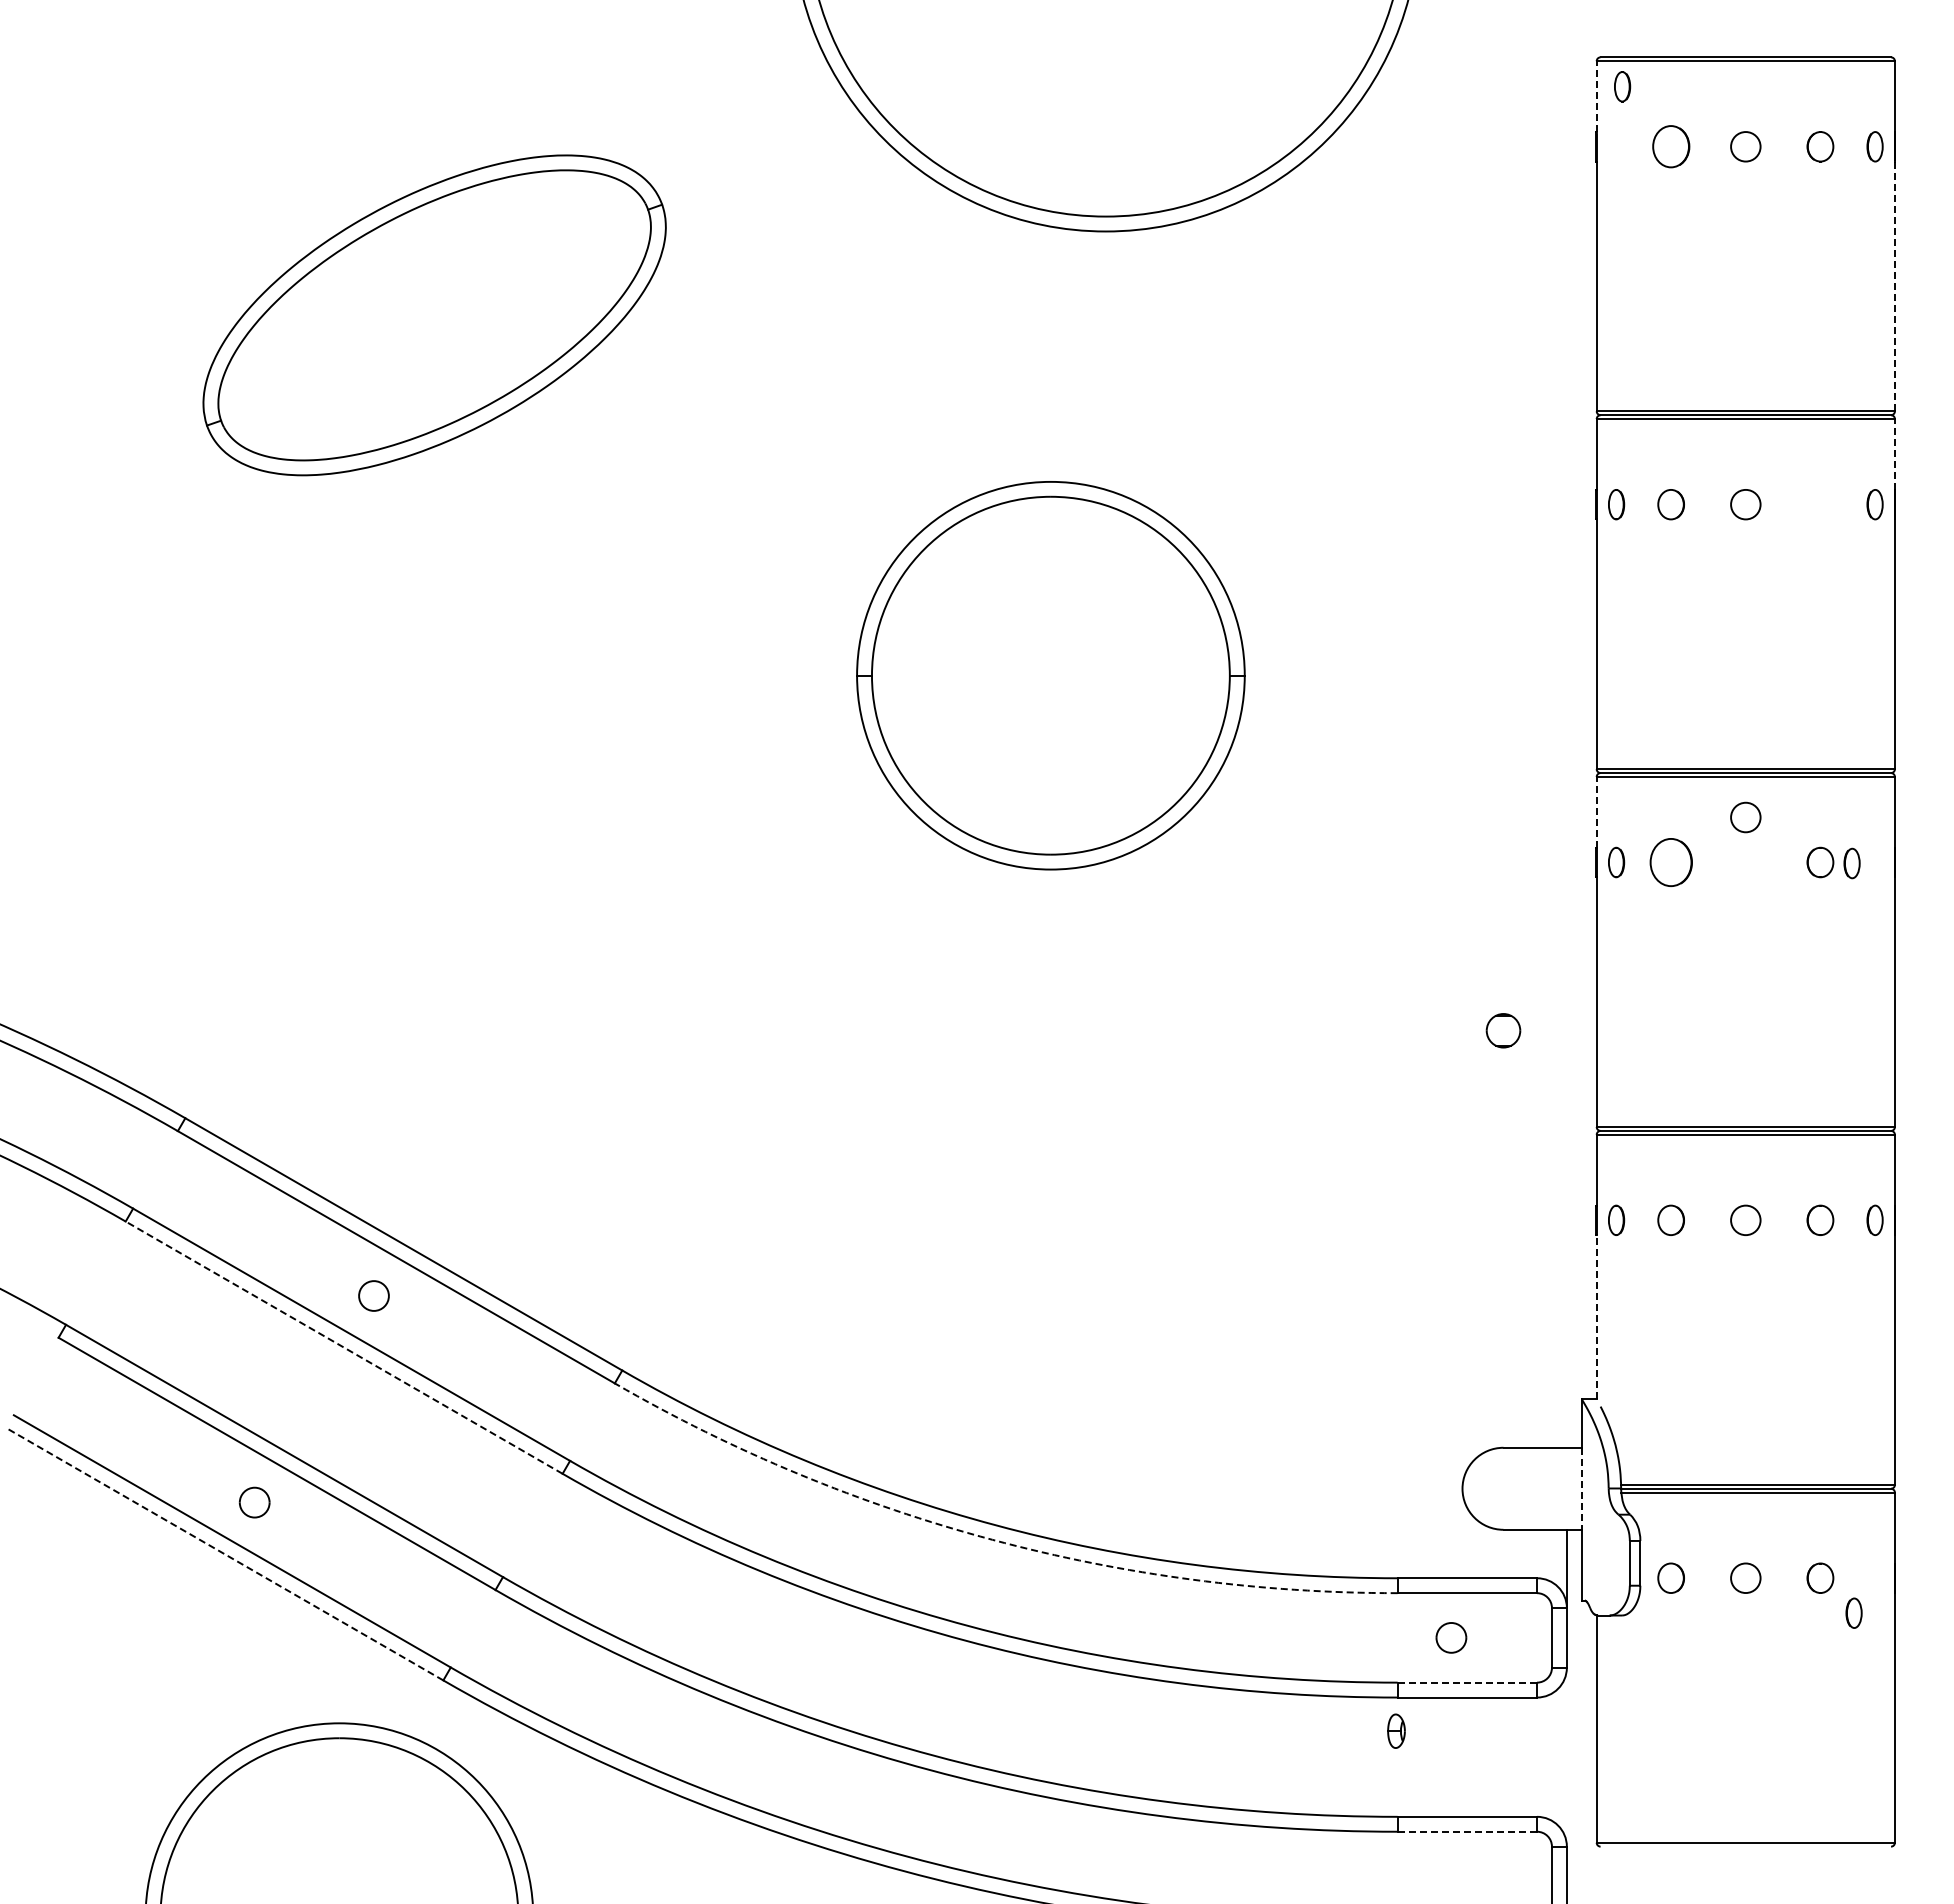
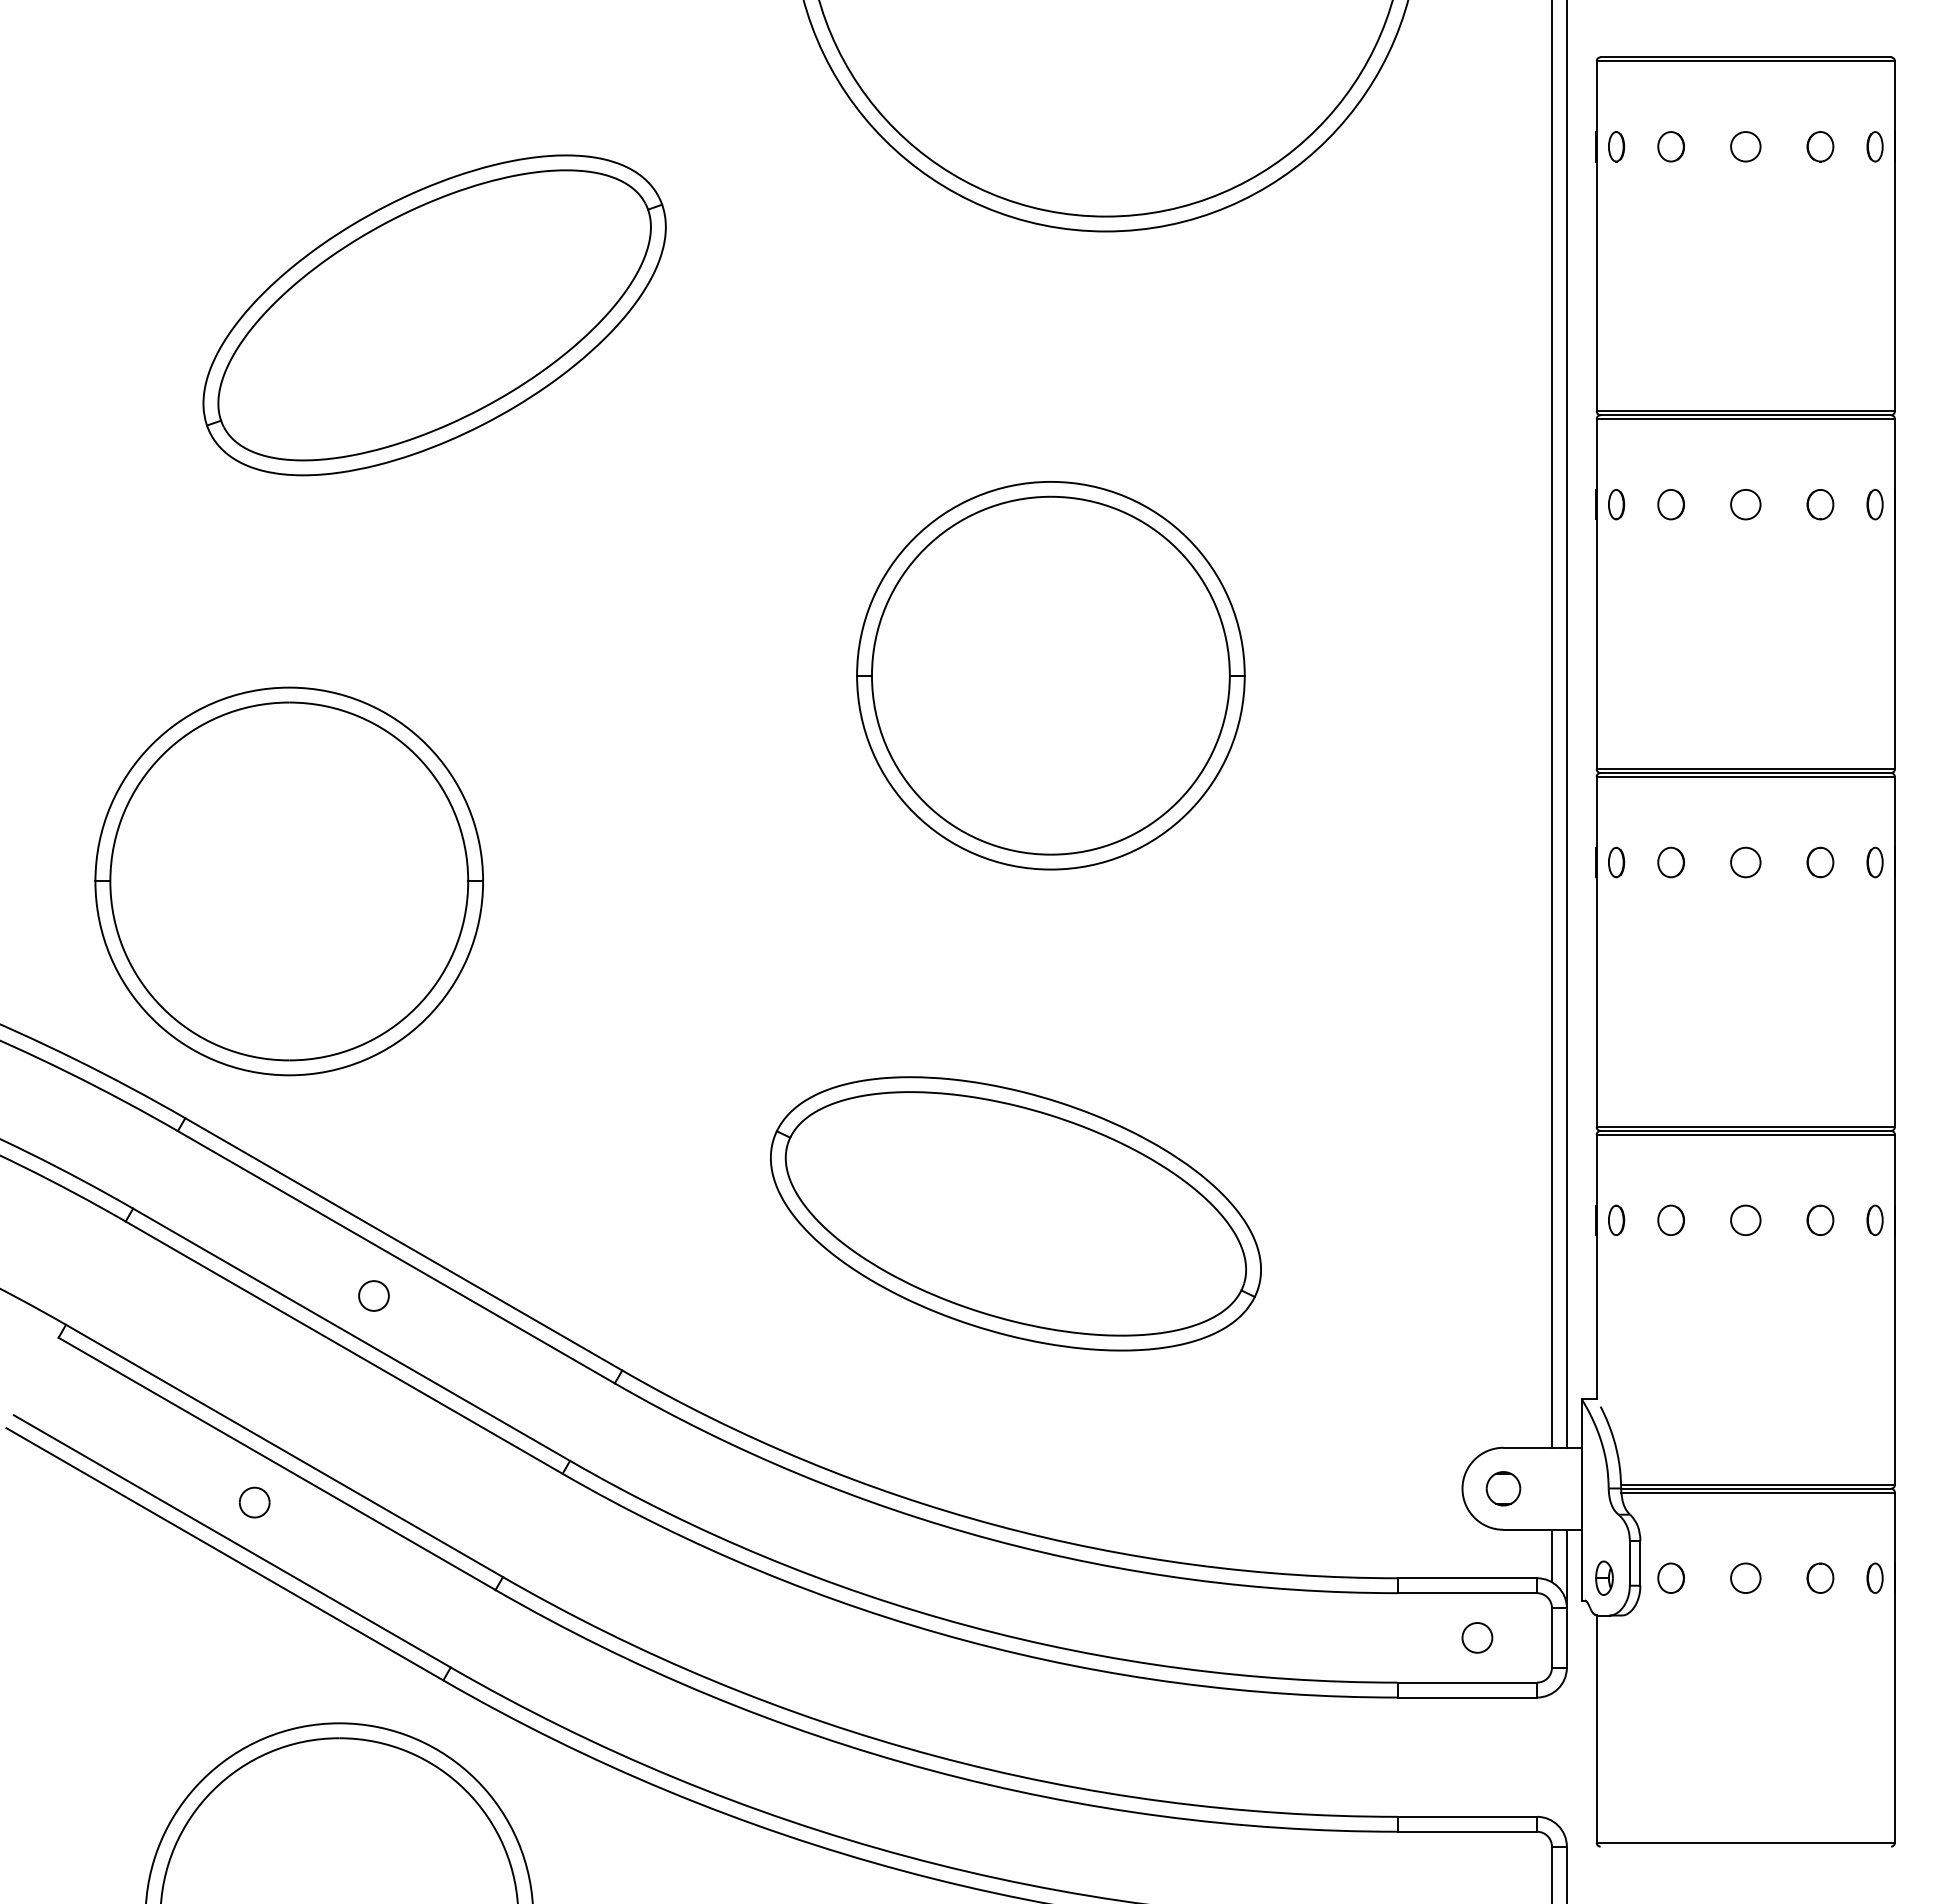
part at (1622, 86) position: (1622, 86) -> (1616, 146)
line at (1596, 96): dashed -> solid
part at (1671, 146) size: 39x44 px -> 28x32 px
line at (1894, 286): dashed -> solid
line at (1894, 453): dashed -> solid
part at (1820, 504): none -> present
line at (1551, 724): none -> present
line at (1566, 724): none -> present
line at (1596, 811): dashed -> solid
circle at (1745, 817) position: (1745, 817) -> (1745, 862)
part at (1670, 862) size: 44x49 px -> 28x33 px
part at (1851, 863) position: (1851, 863) -> (1874, 862)
part at (288, 881): none -> present
part at (1503, 1030) position: (1503, 1030) -> (1503, 1488)
part at (1015, 1213): none -> present
line at (1596, 1316): dashed -> solid
line at (343, 1347): dashed -> solid
line at (1581, 1489): dashed -> solid
arc at (992, 1539): dashed -> solid
line at (224, 1554): dashed -> solid
line at (1551, 1555): none -> present
part at (1853, 1612) position: (1853, 1612) -> (1874, 1577)
part at (1451, 1637) position: (1451, 1637) -> (1477, 1637)
line at (1467, 1682): dashed -> solid
part at (1396, 1730) position: (1396, 1730) -> (1604, 1577)
line at (1467, 1831): dashed -> solid
